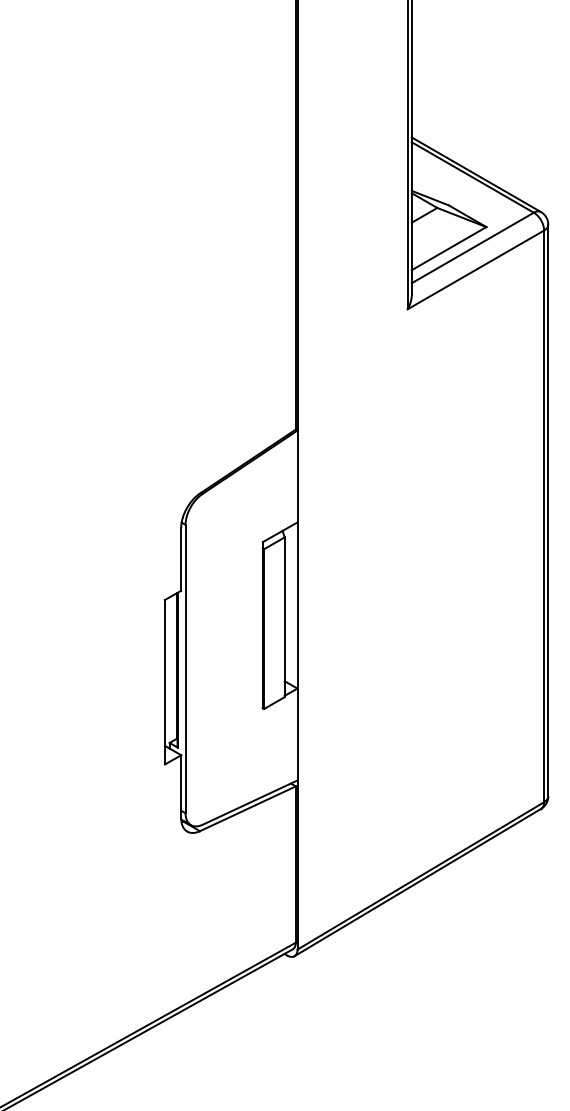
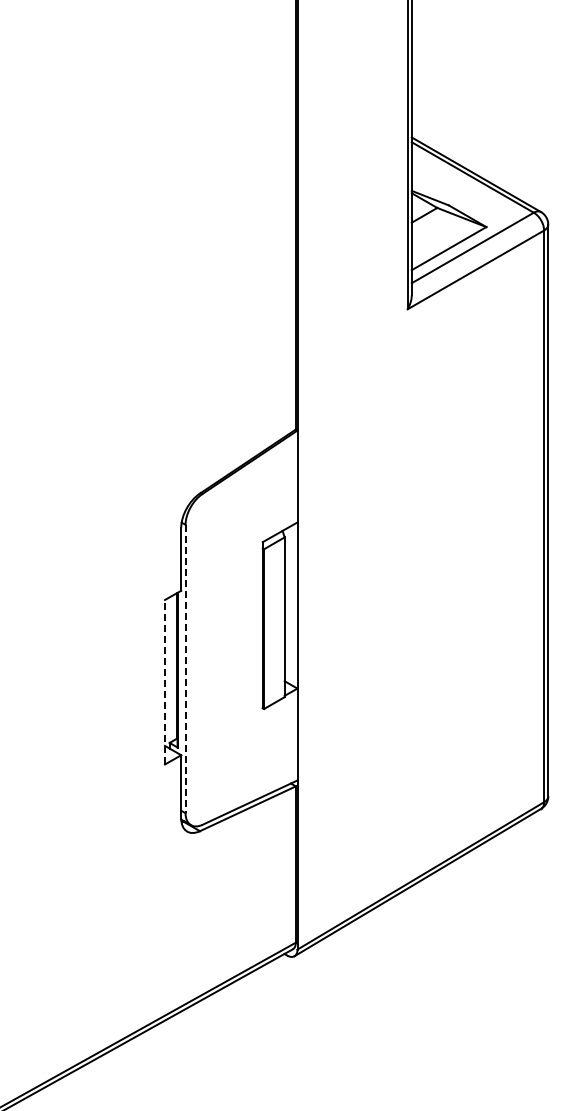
line at (185, 669): solid -> dashed
line at (164, 681): solid -> dashed
